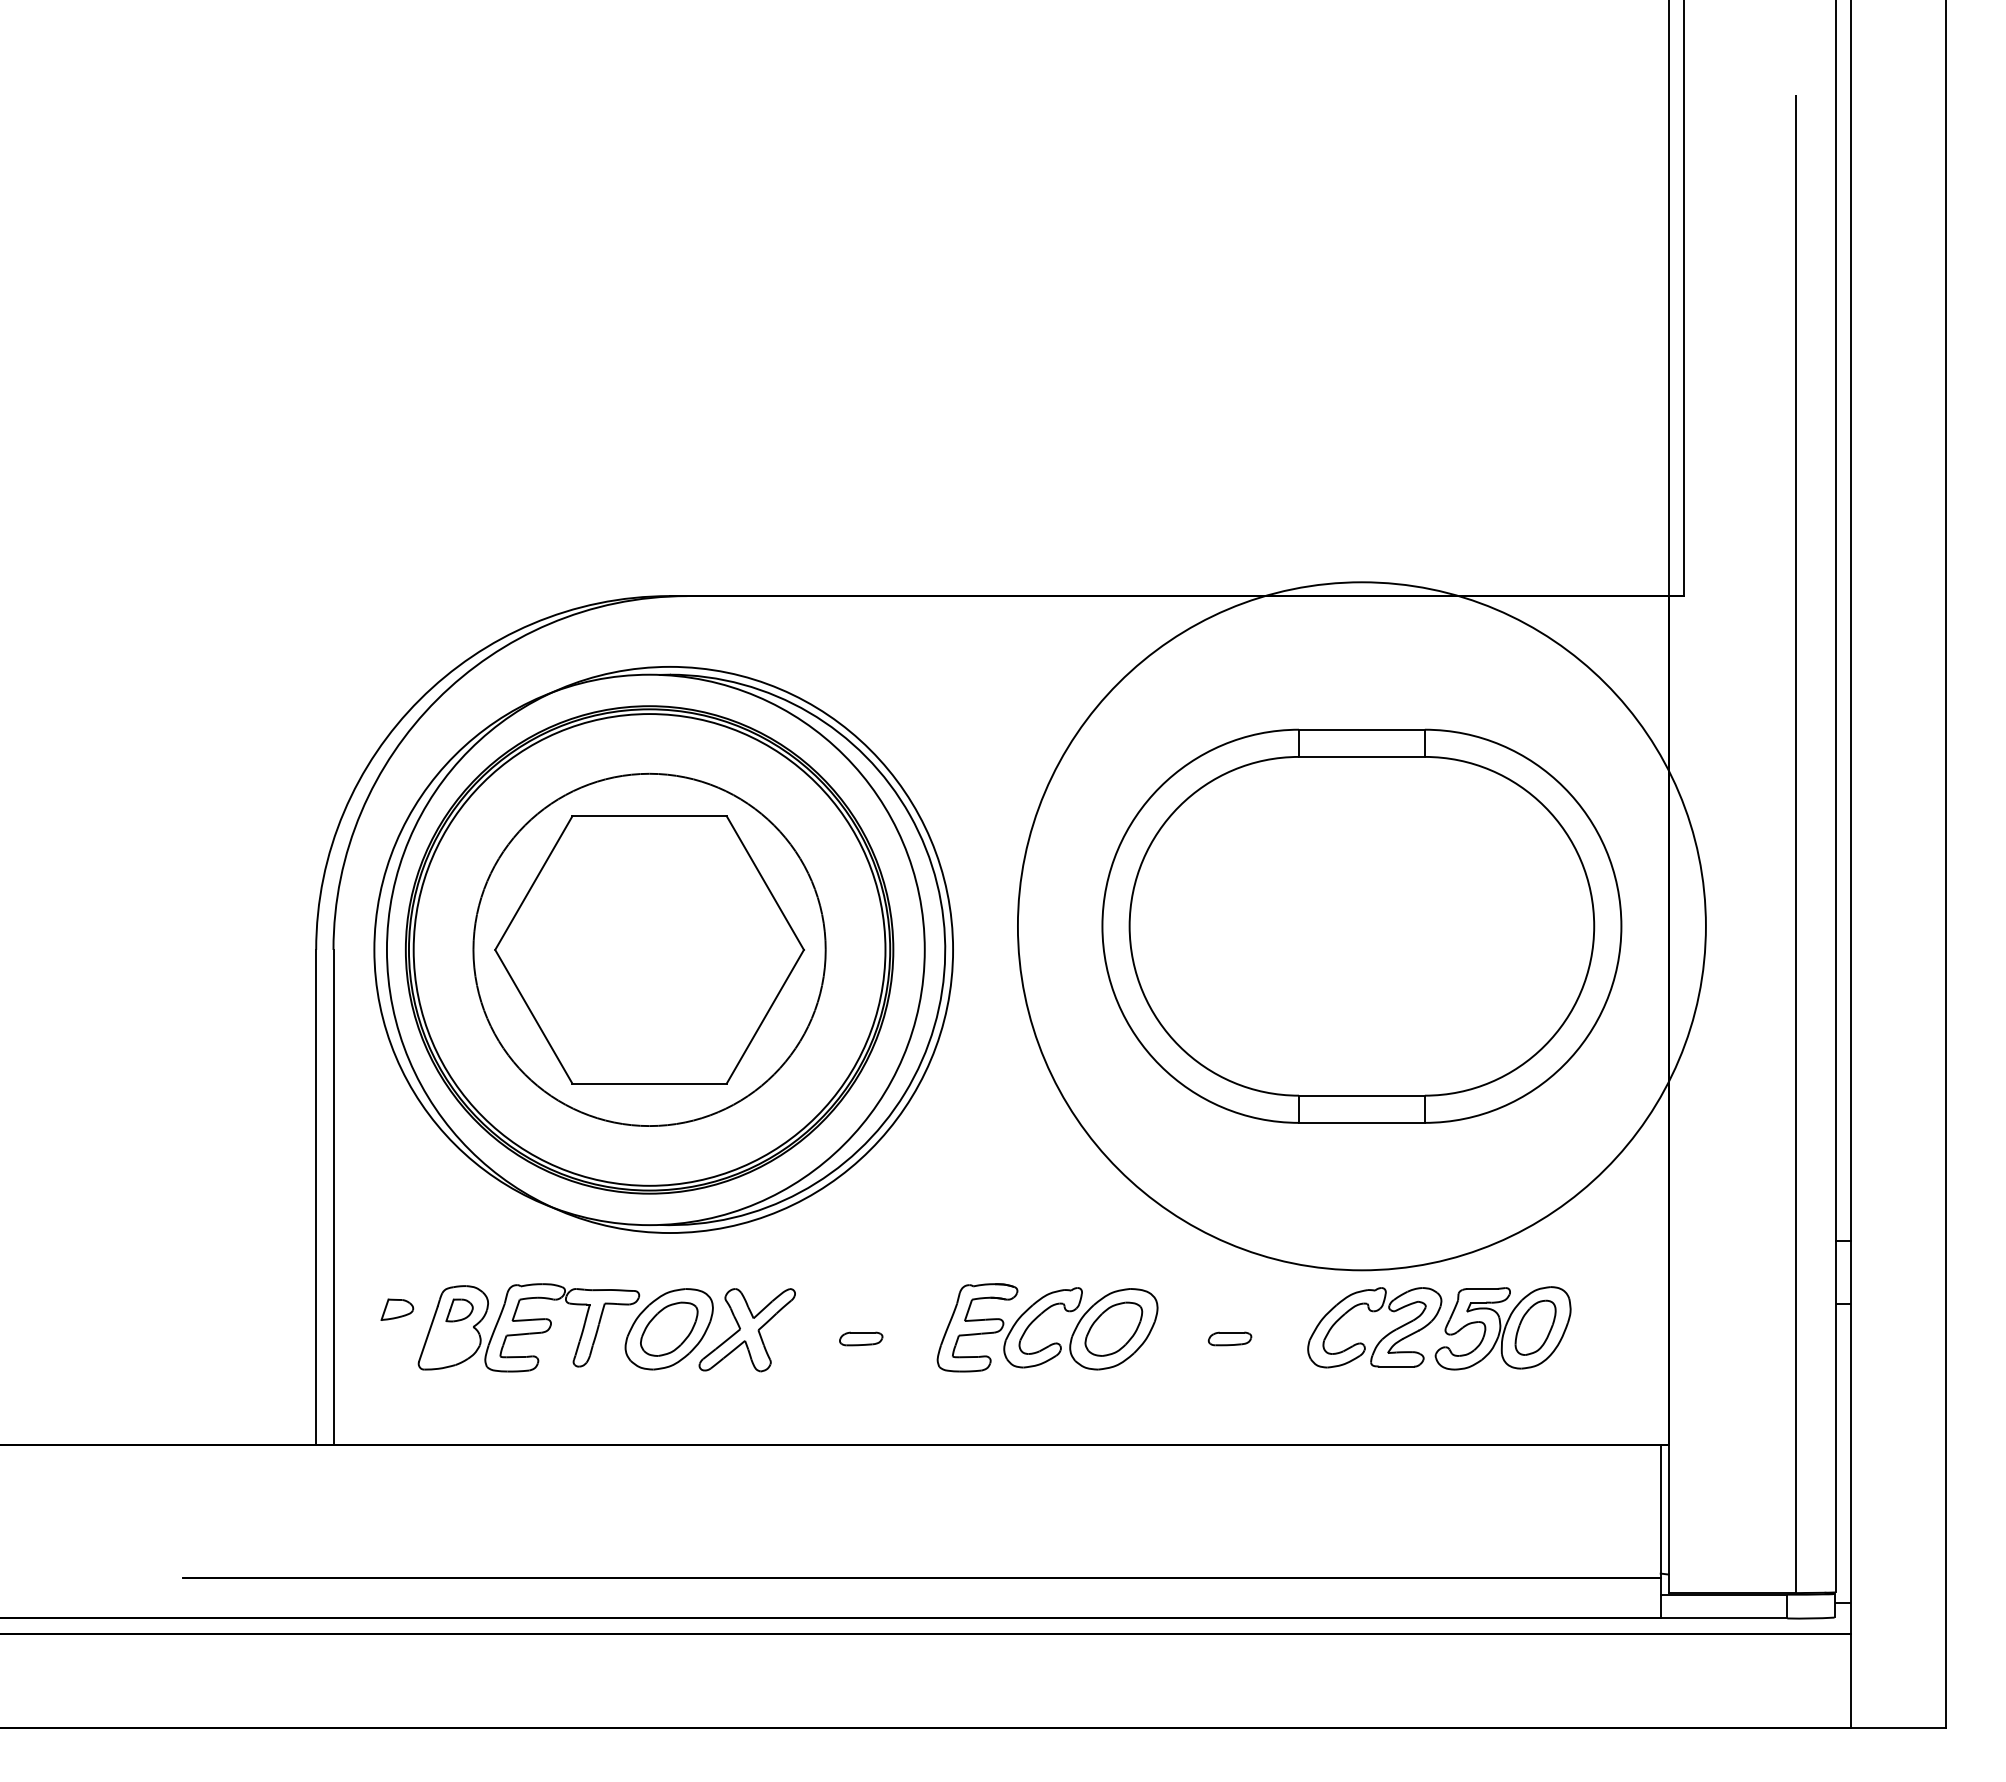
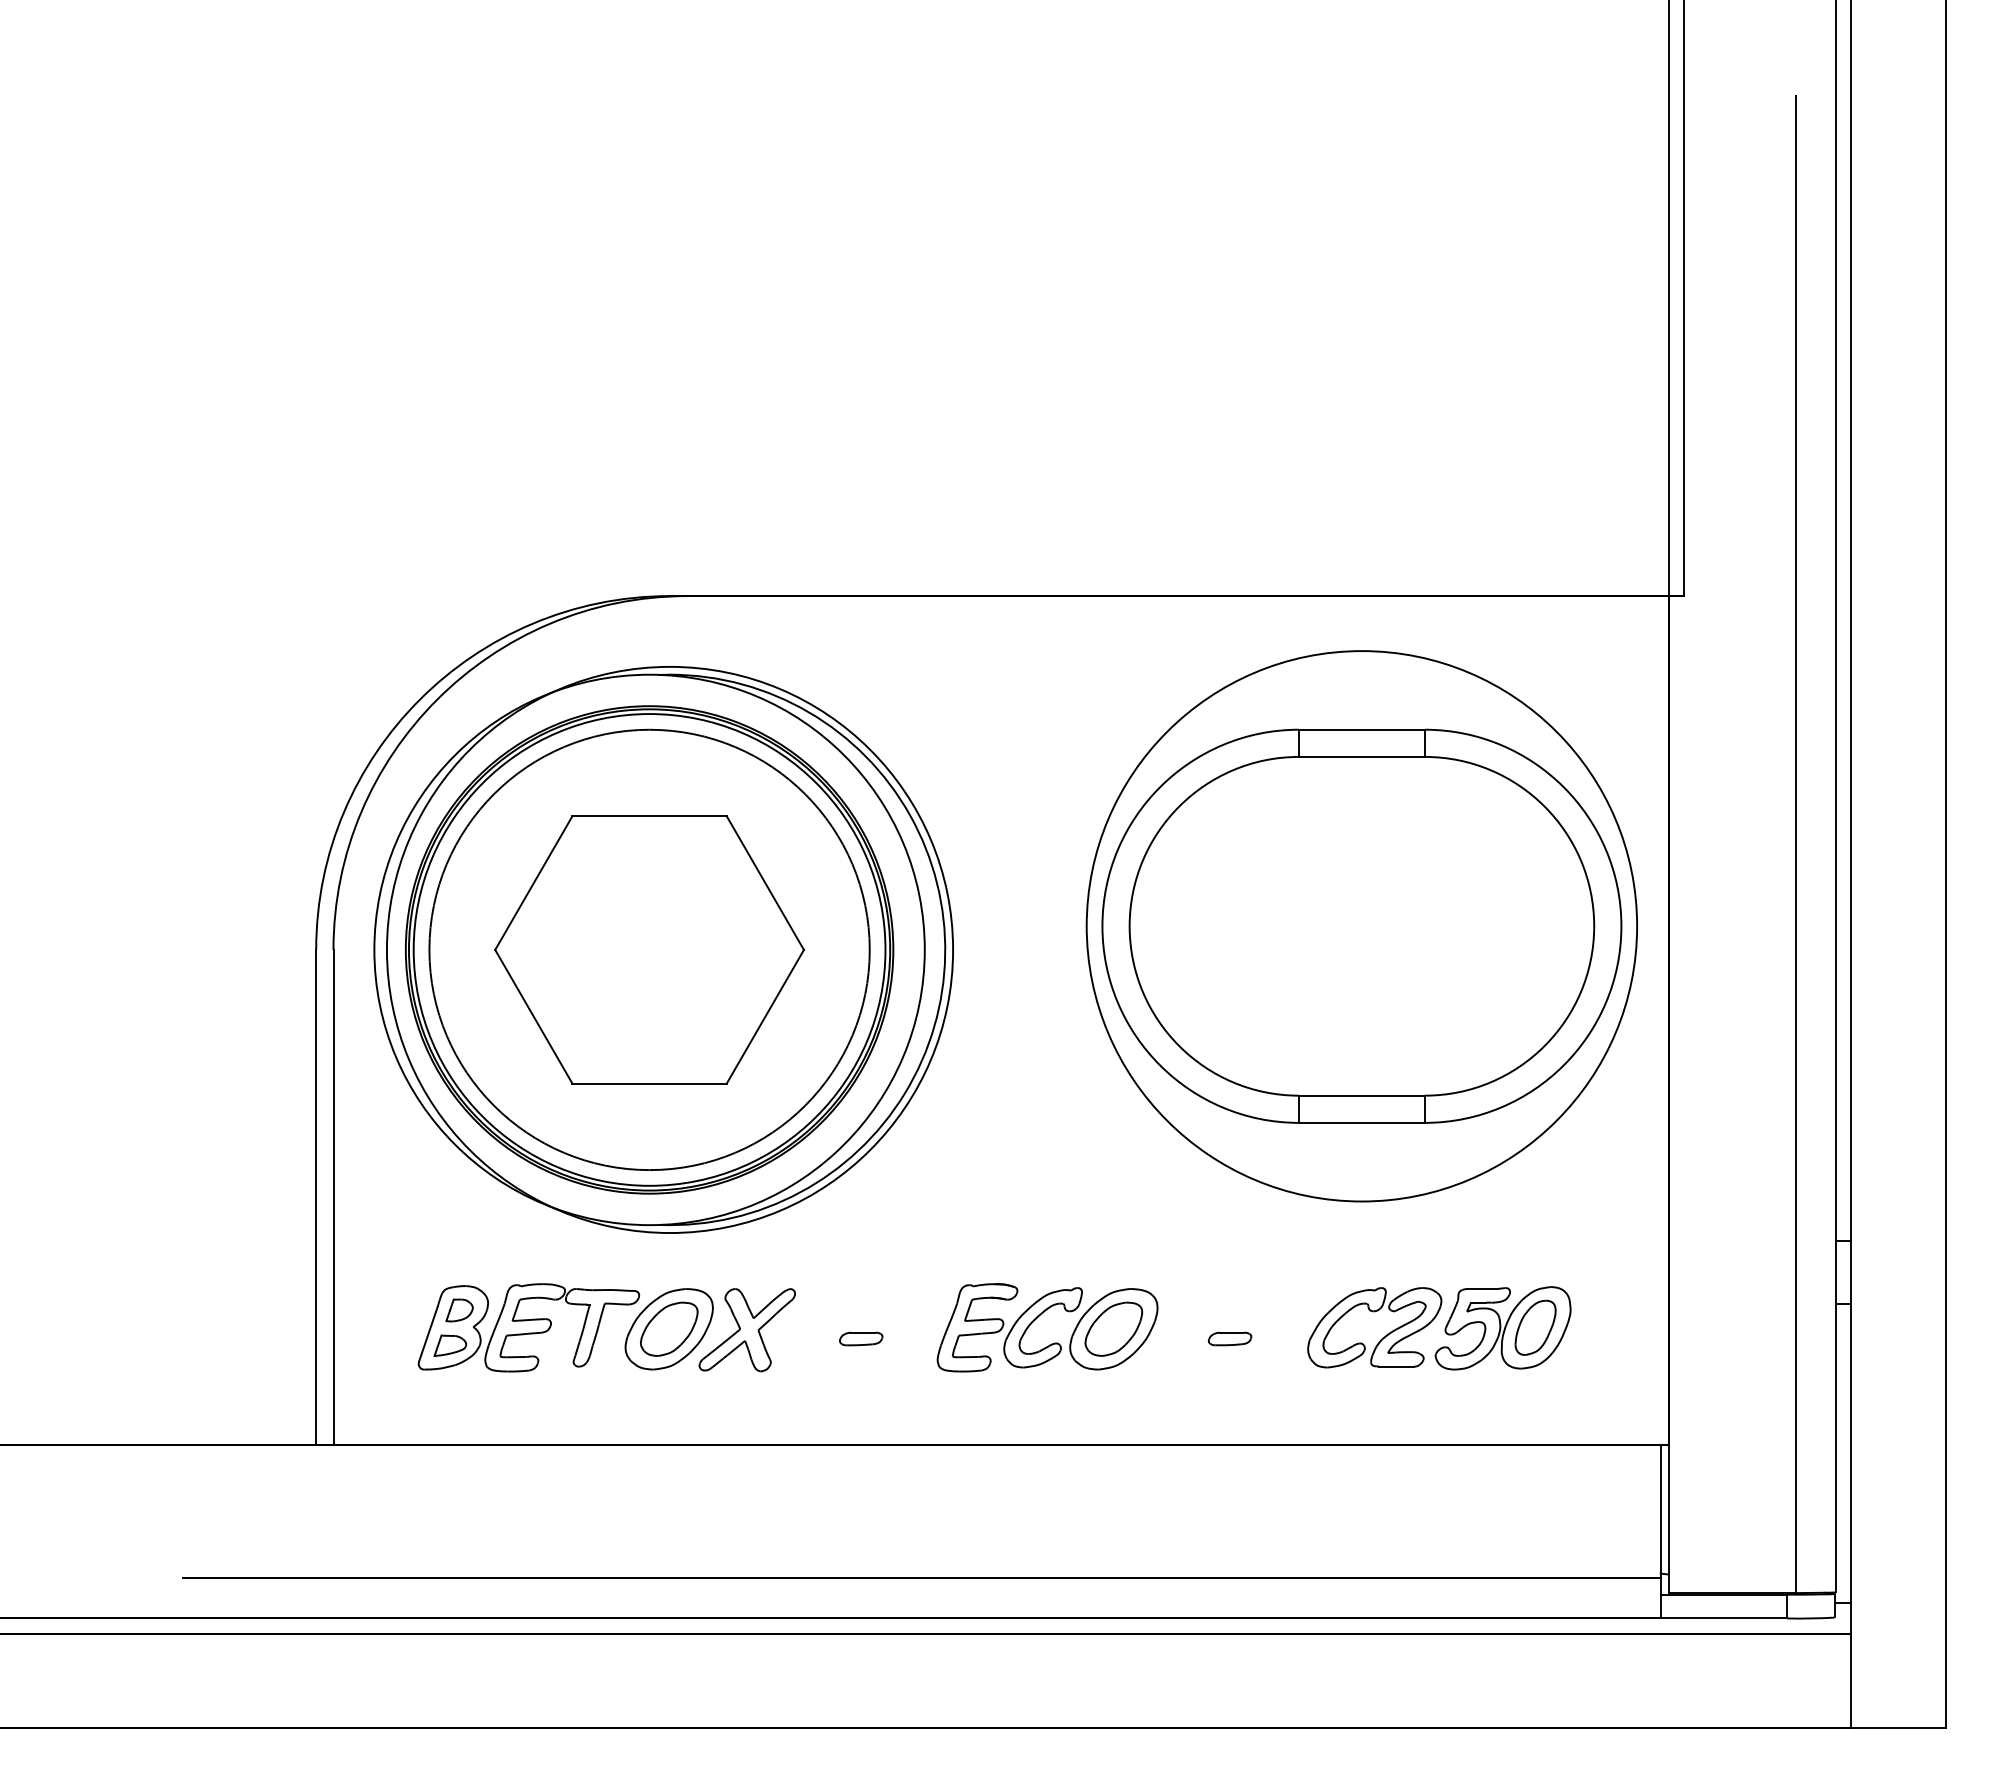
circle at (1361, 926) diameter: 688 px -> 550 px
circle at (649, 949) diameter: 352 px -> 440 px
part at (397, 1309) position: (397, 1309) -> (450, 1345)
